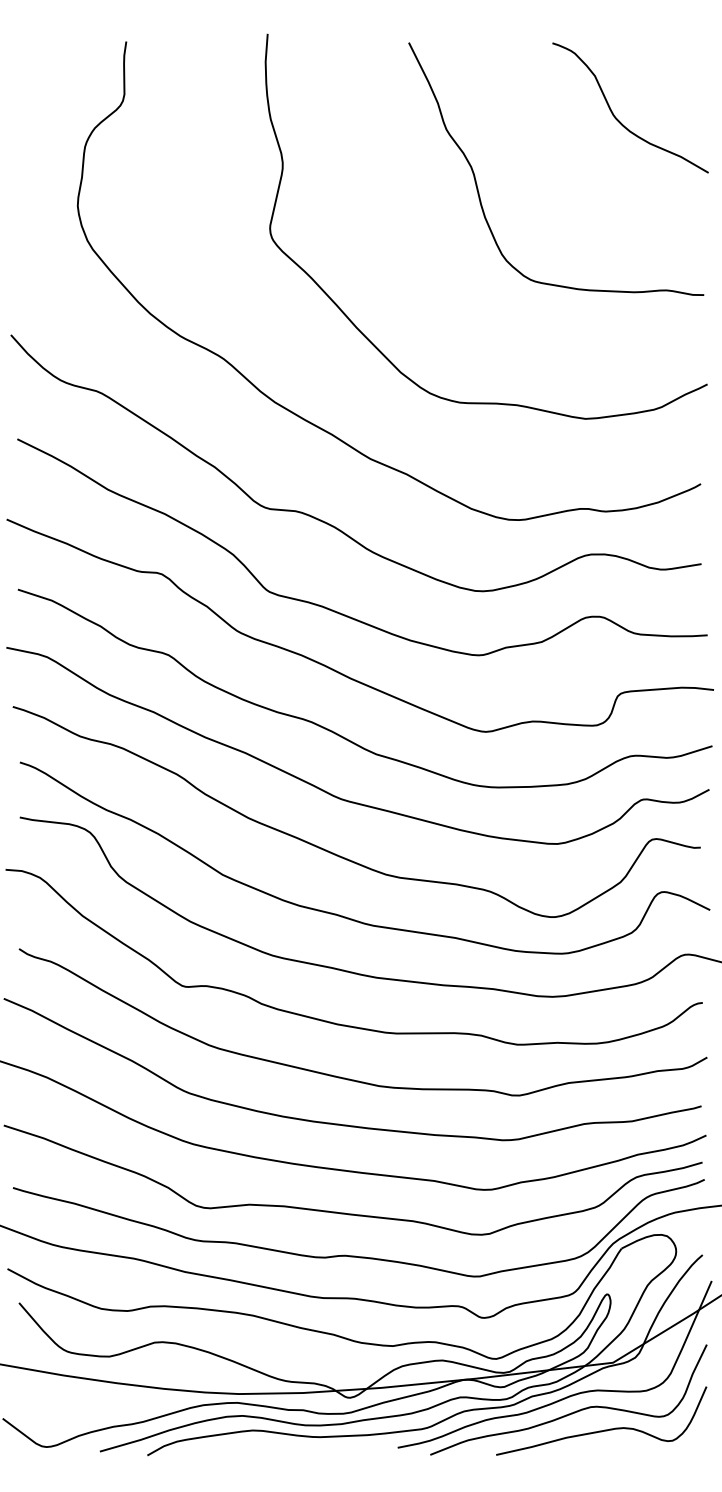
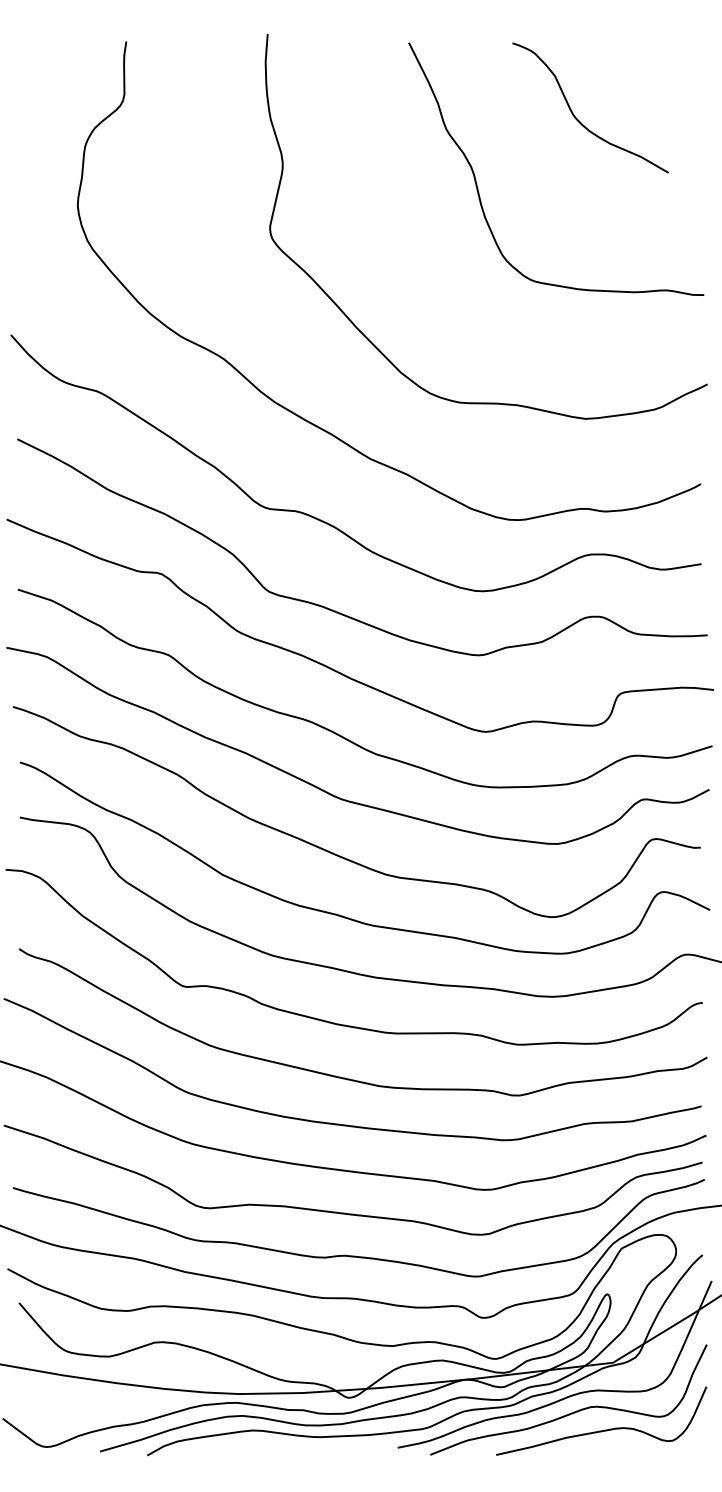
curve at (618, 119) position: (618, 119) -> (578, 119)
